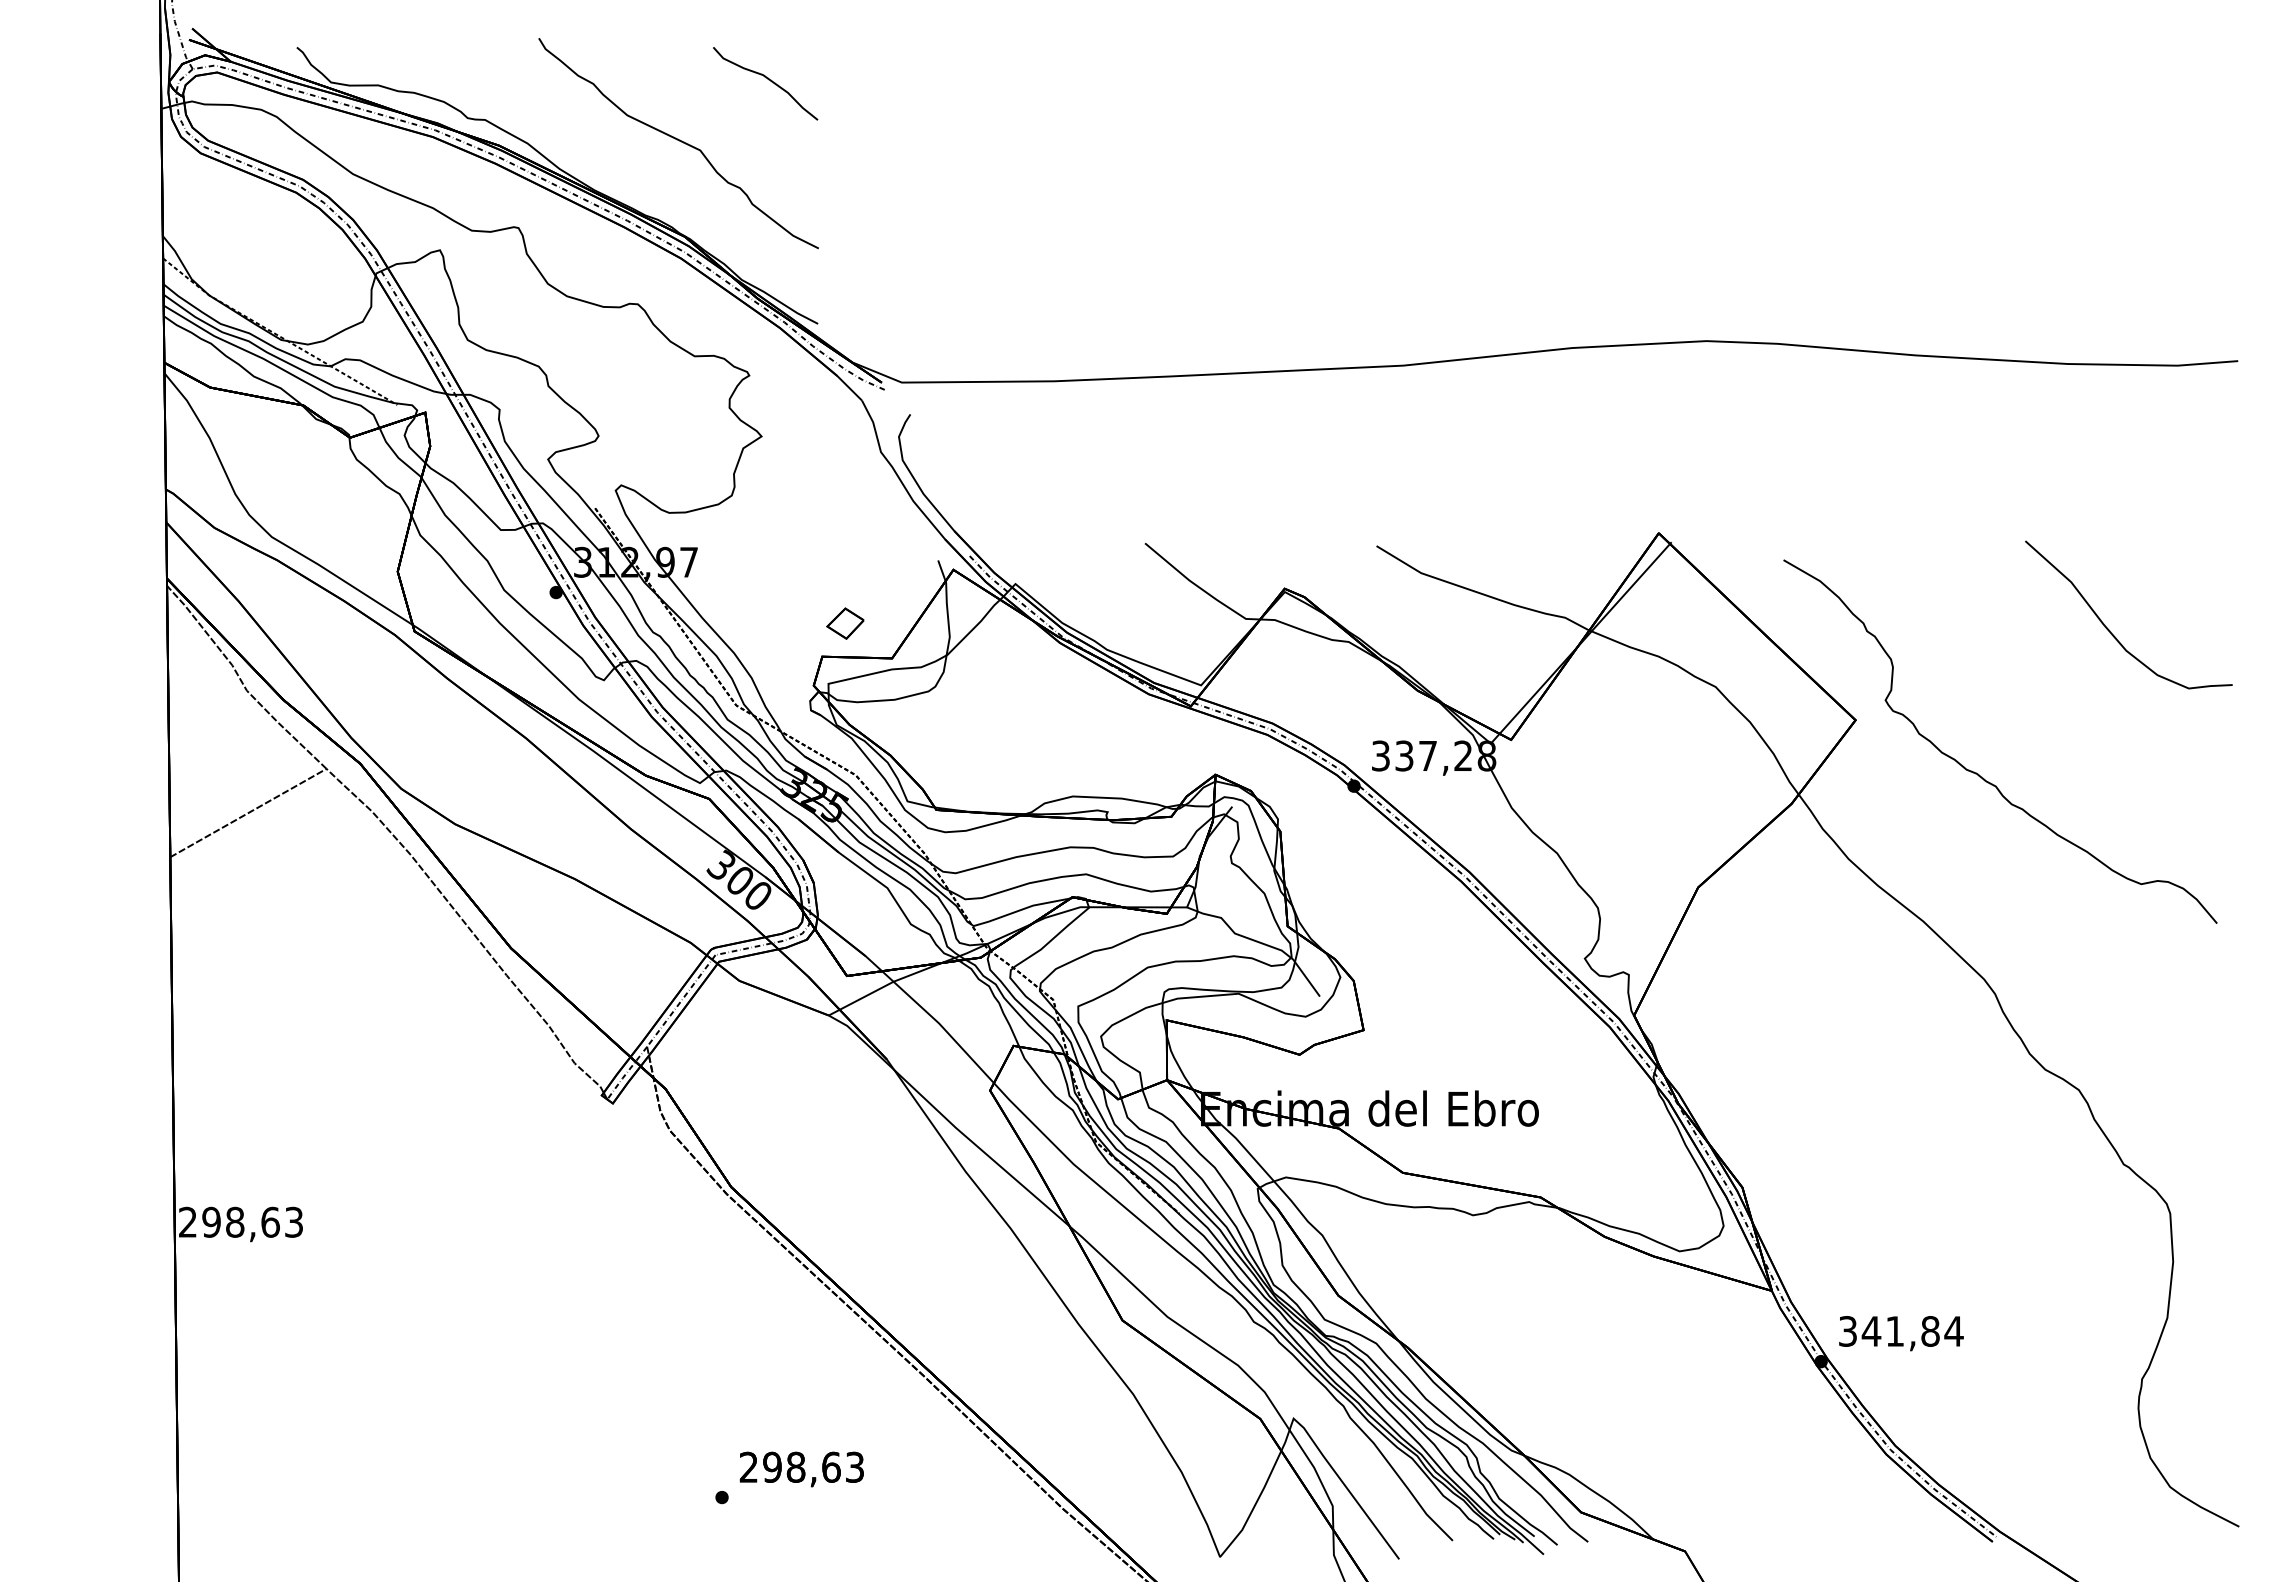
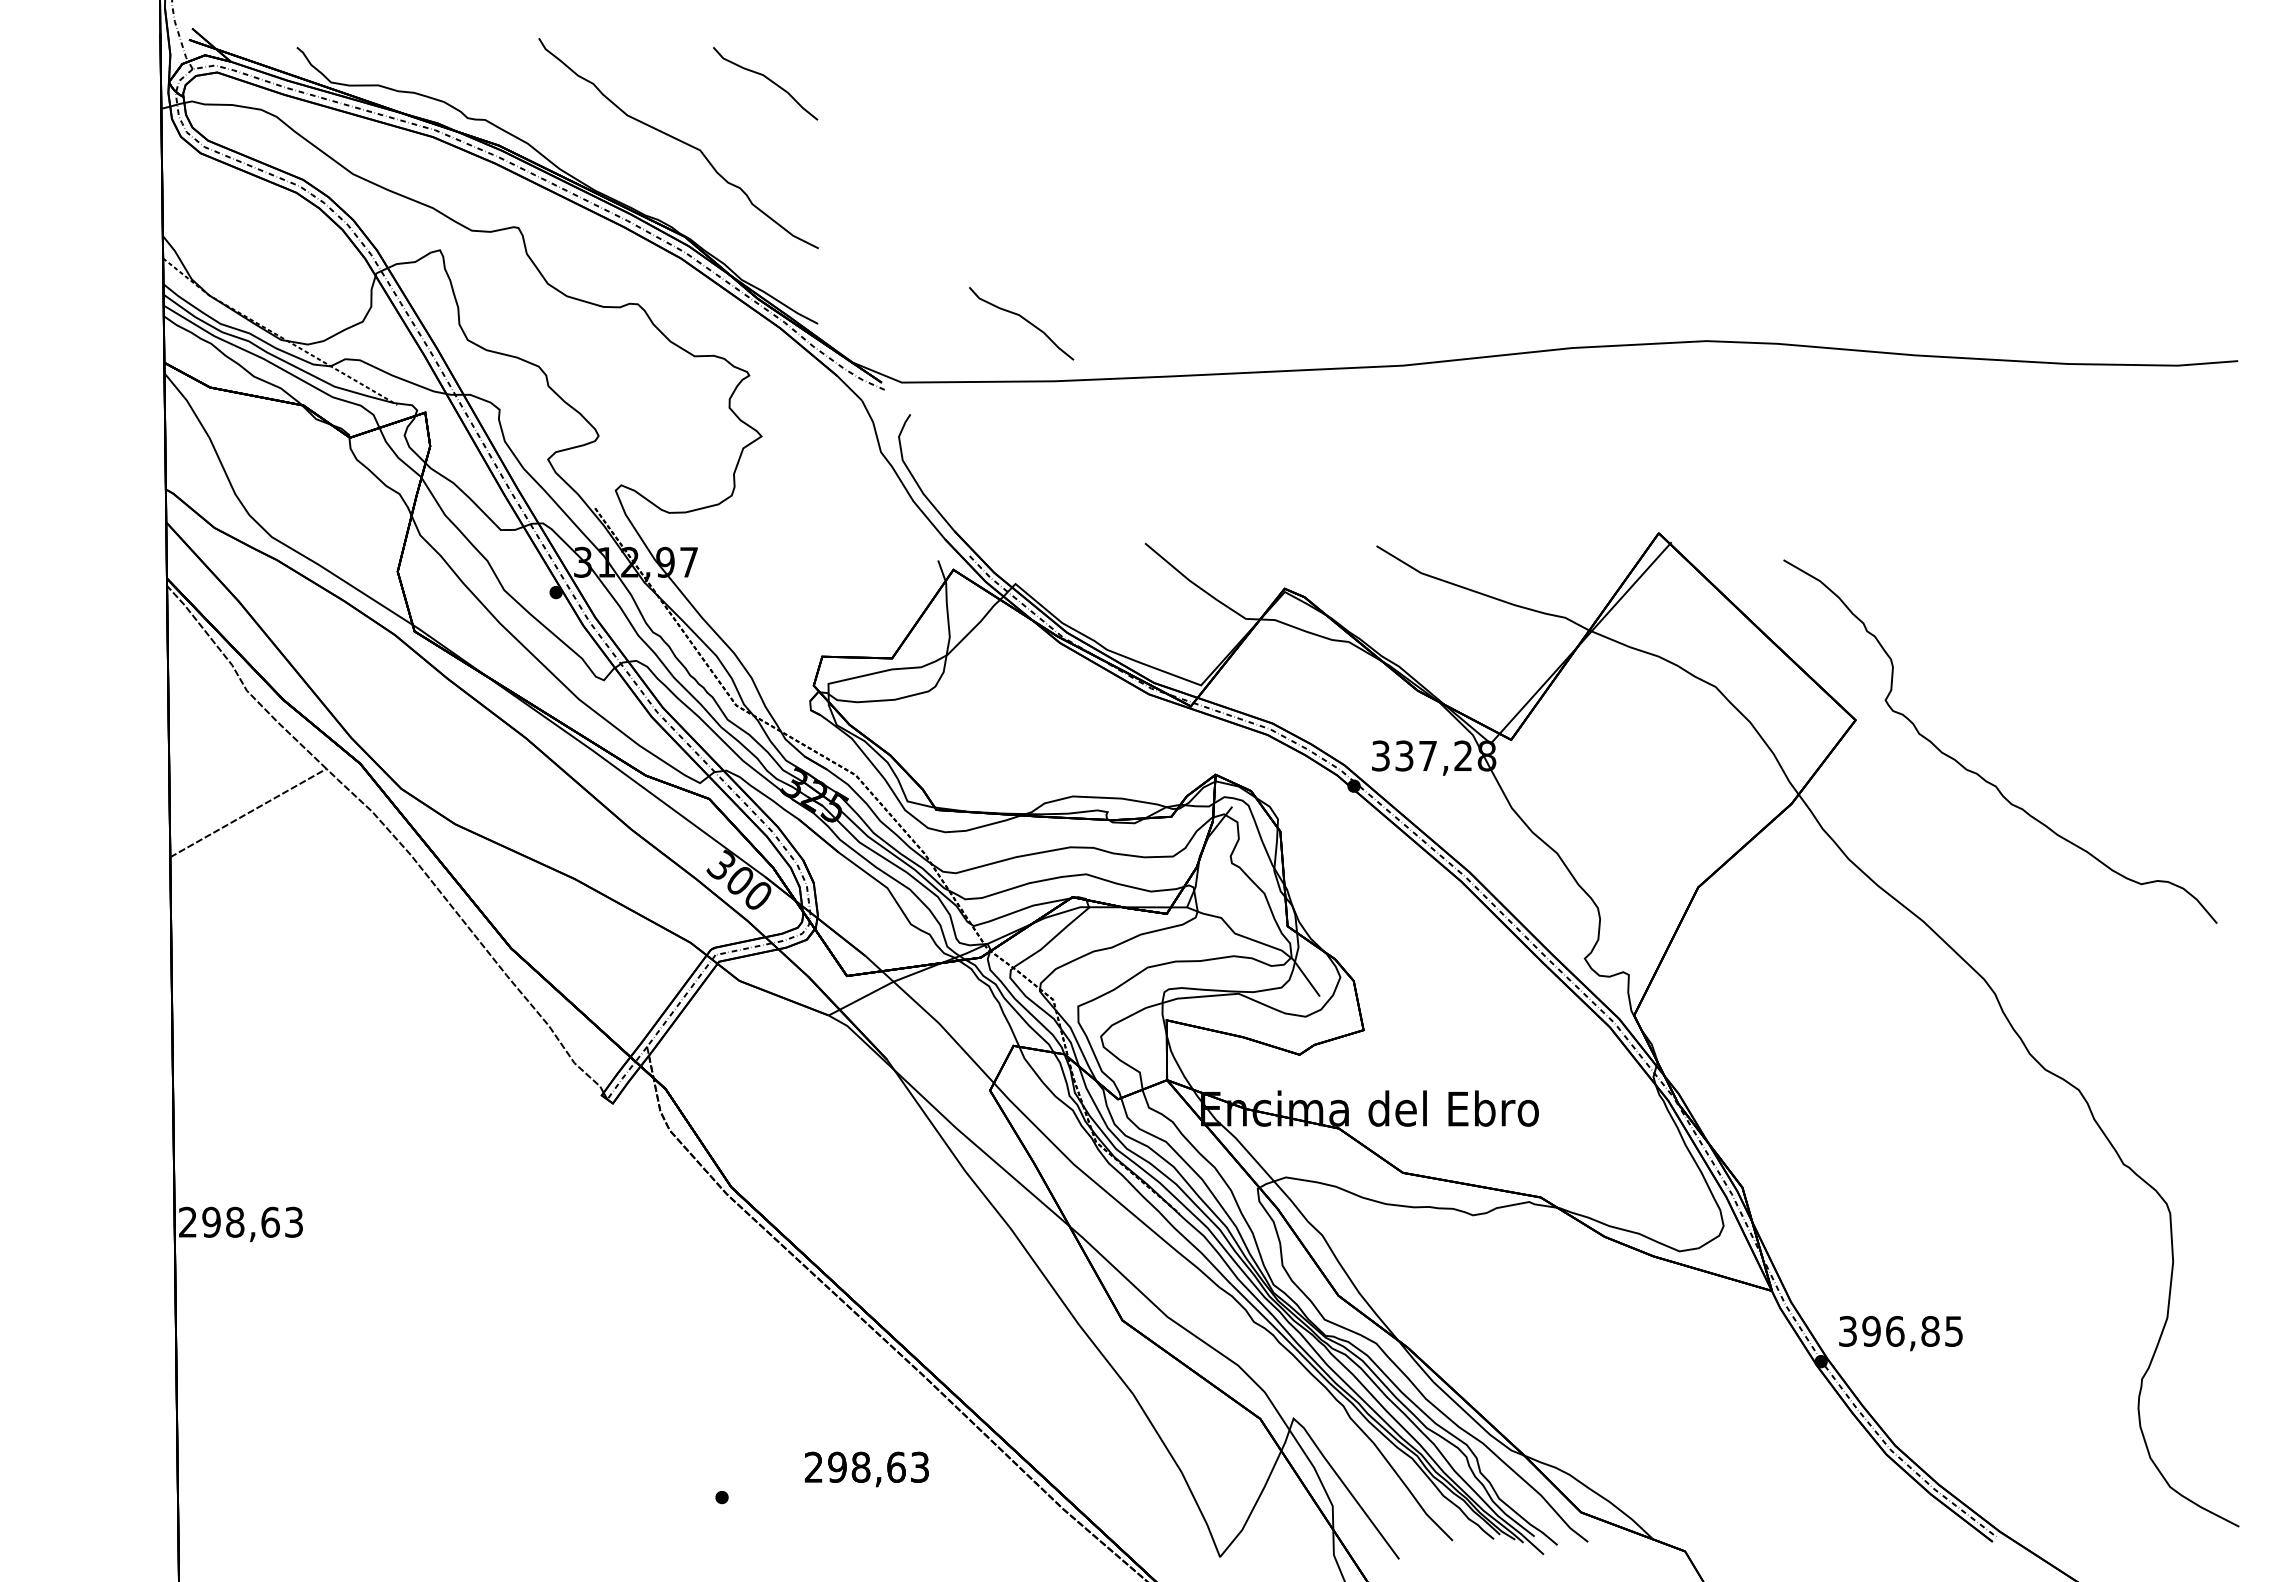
curve at (1024, 320): none -> present
part at (845, 623): present -> none
curve at (2110, 630): present -> none
text at (1912, 1331): 341,84 -> 396,85
text at (801, 1469) position: (801, 1469) -> (866, 1469)
